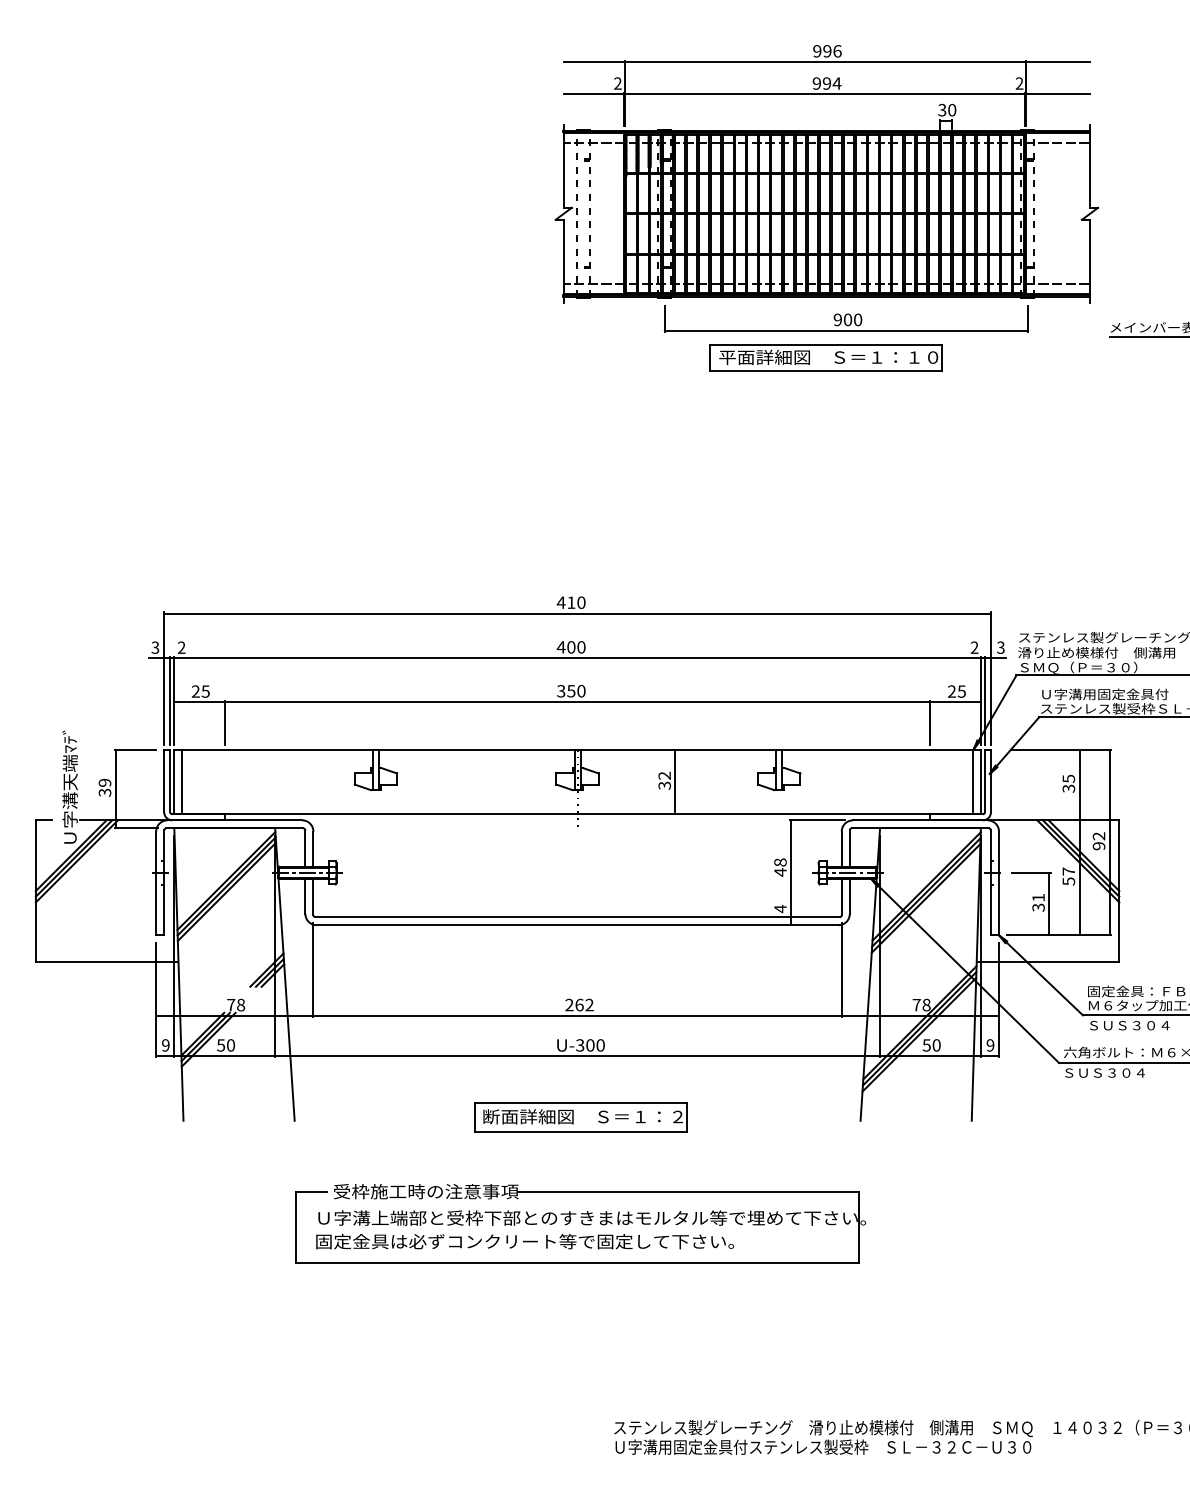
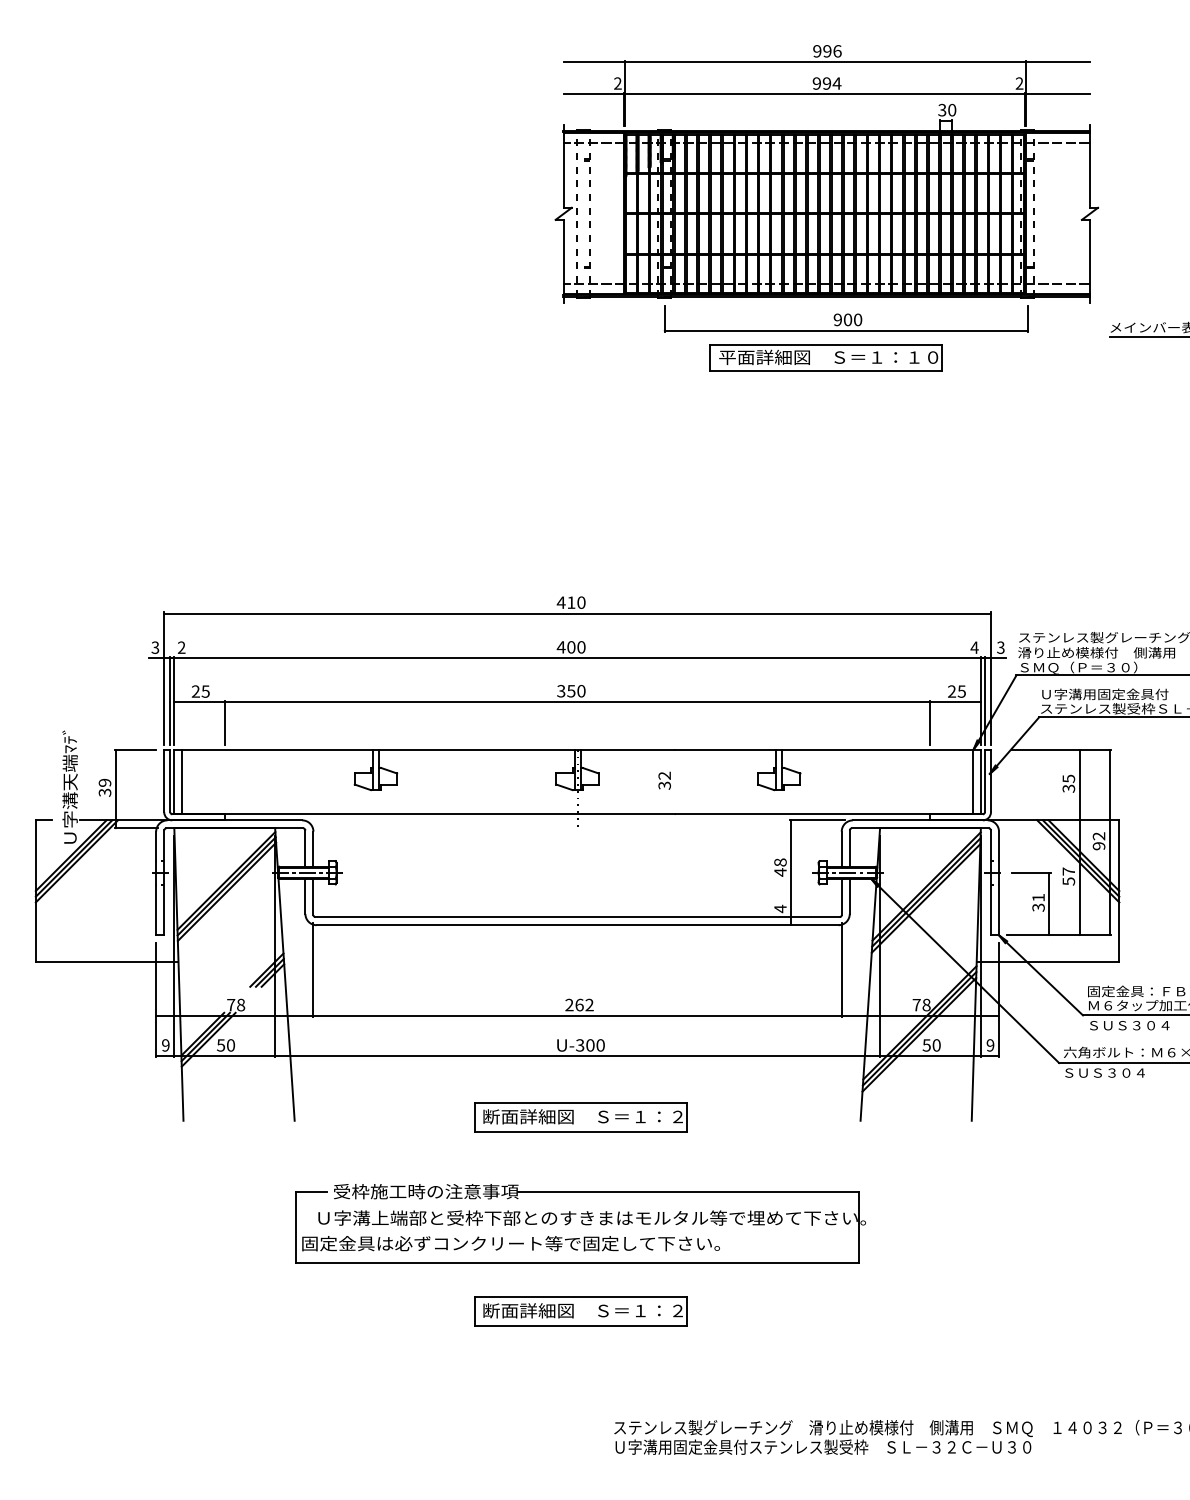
text at (974, 647): 2 -> 4
line at (675, 781): present -> none
text at (524, 1241) position: (524, 1241) -> (510, 1243)
part at (580, 1311): none -> present
